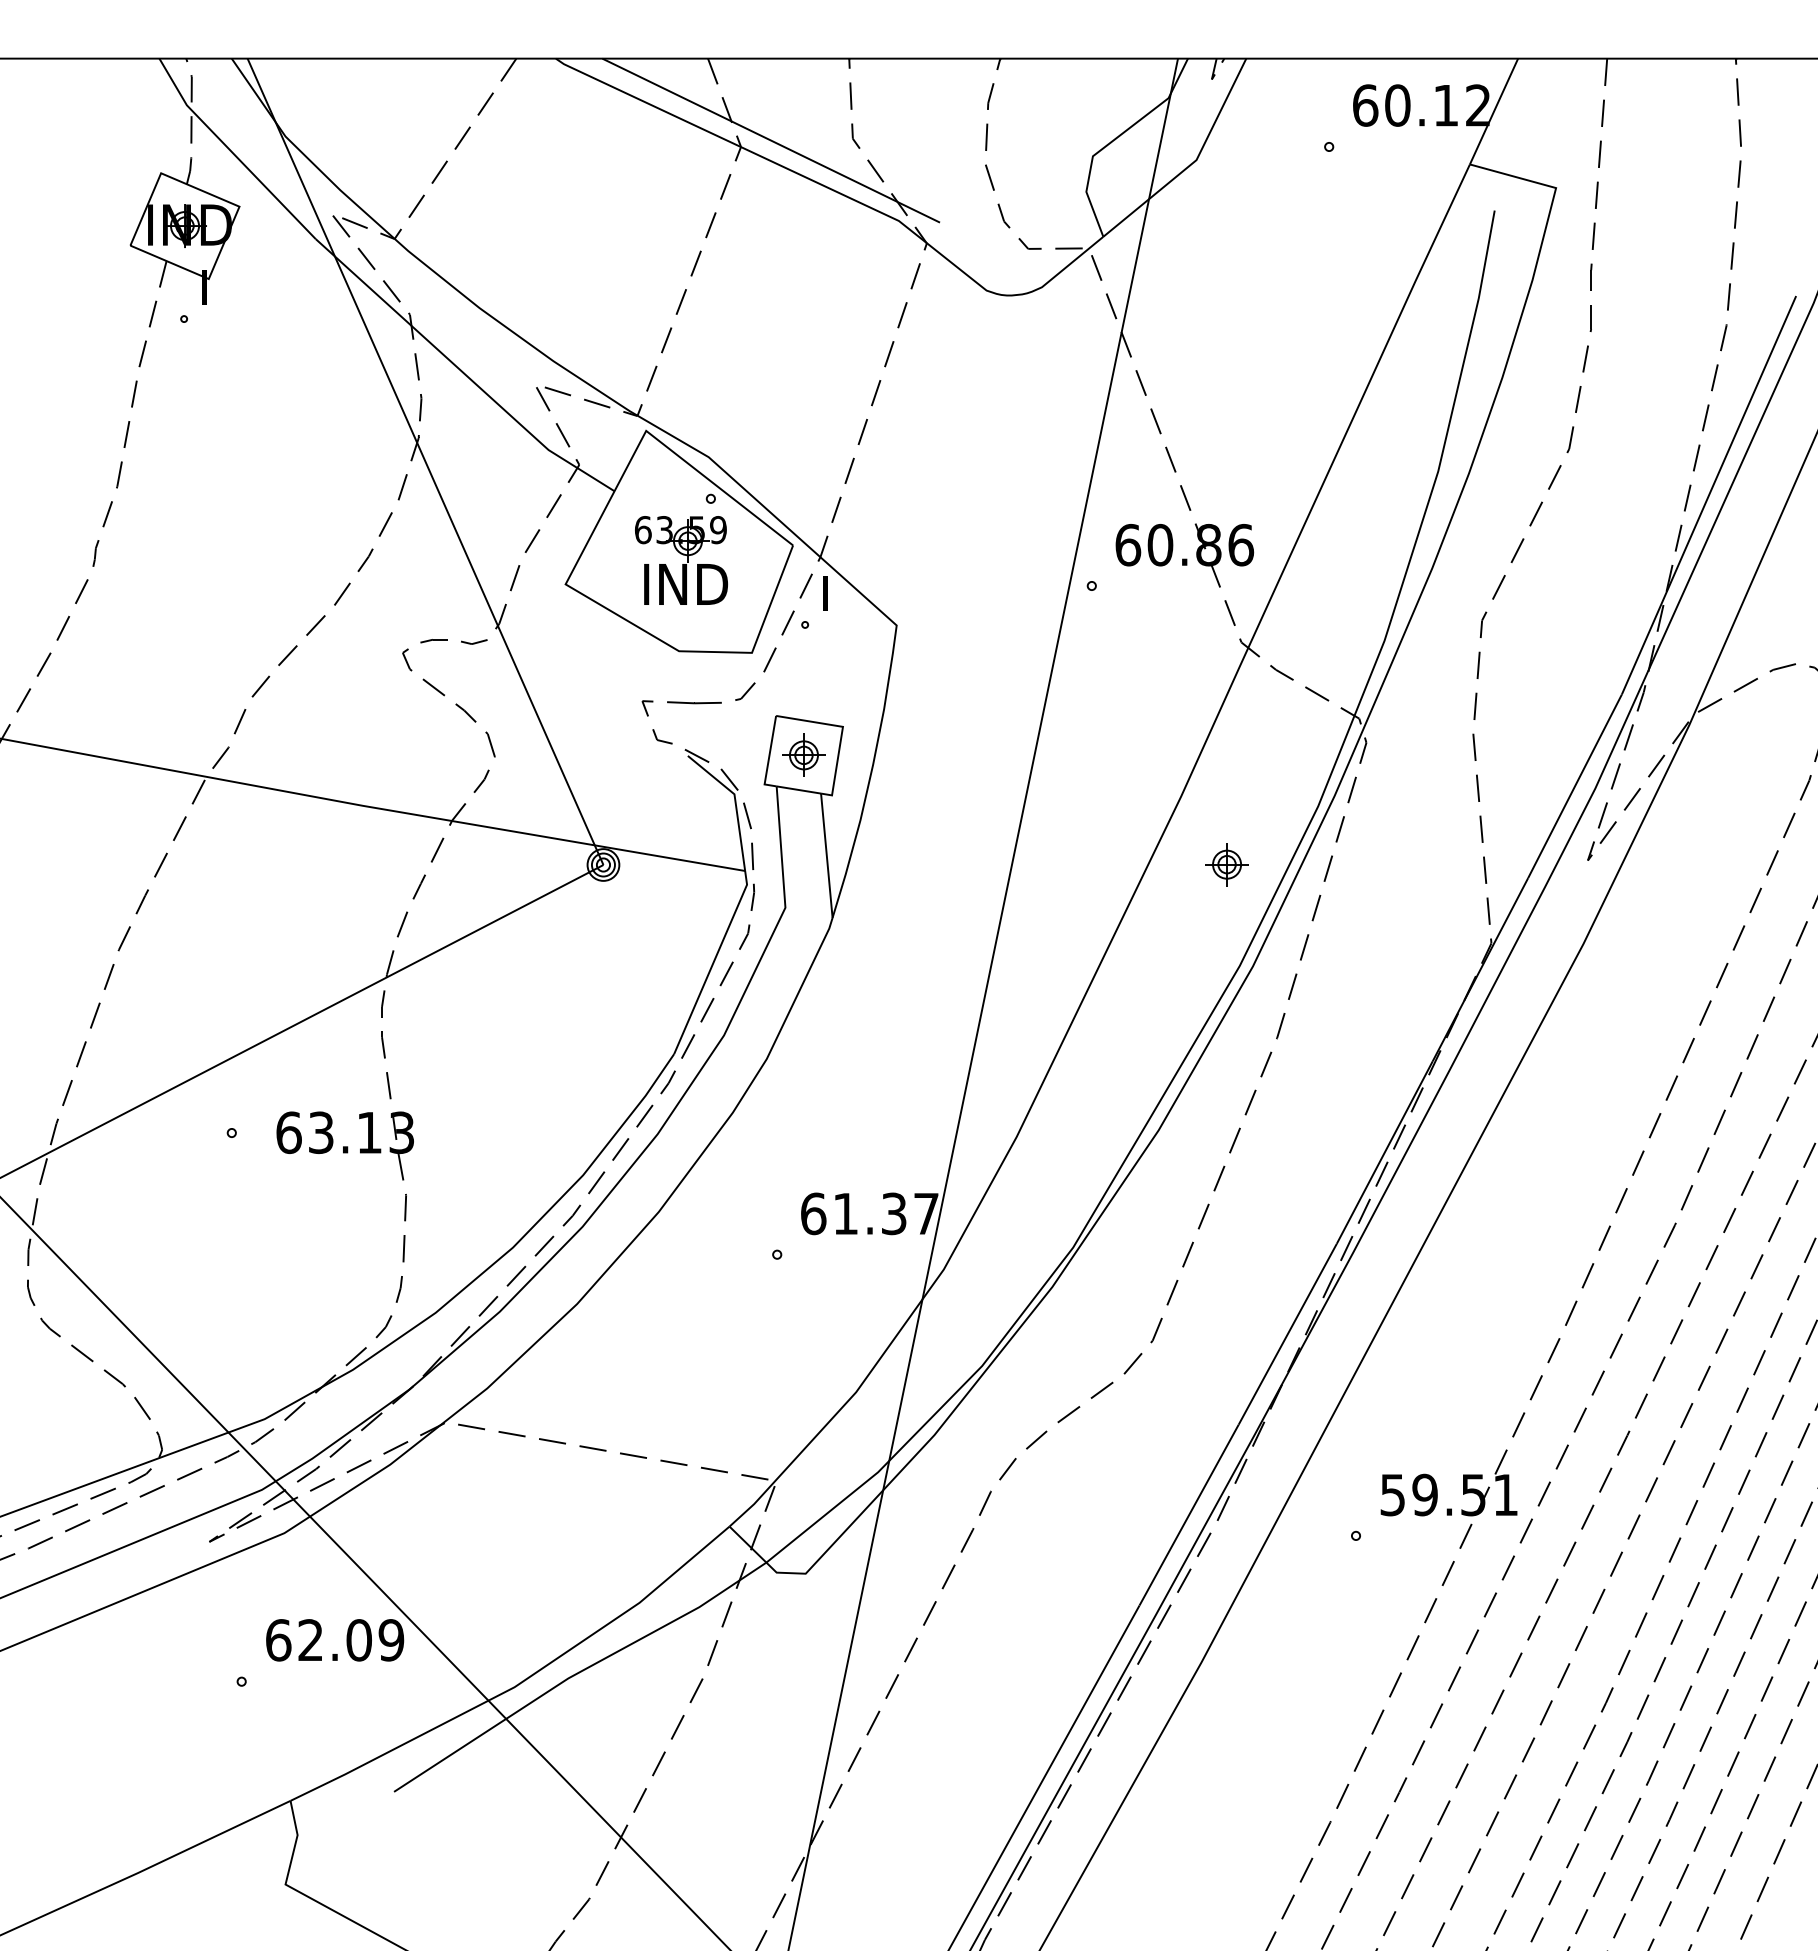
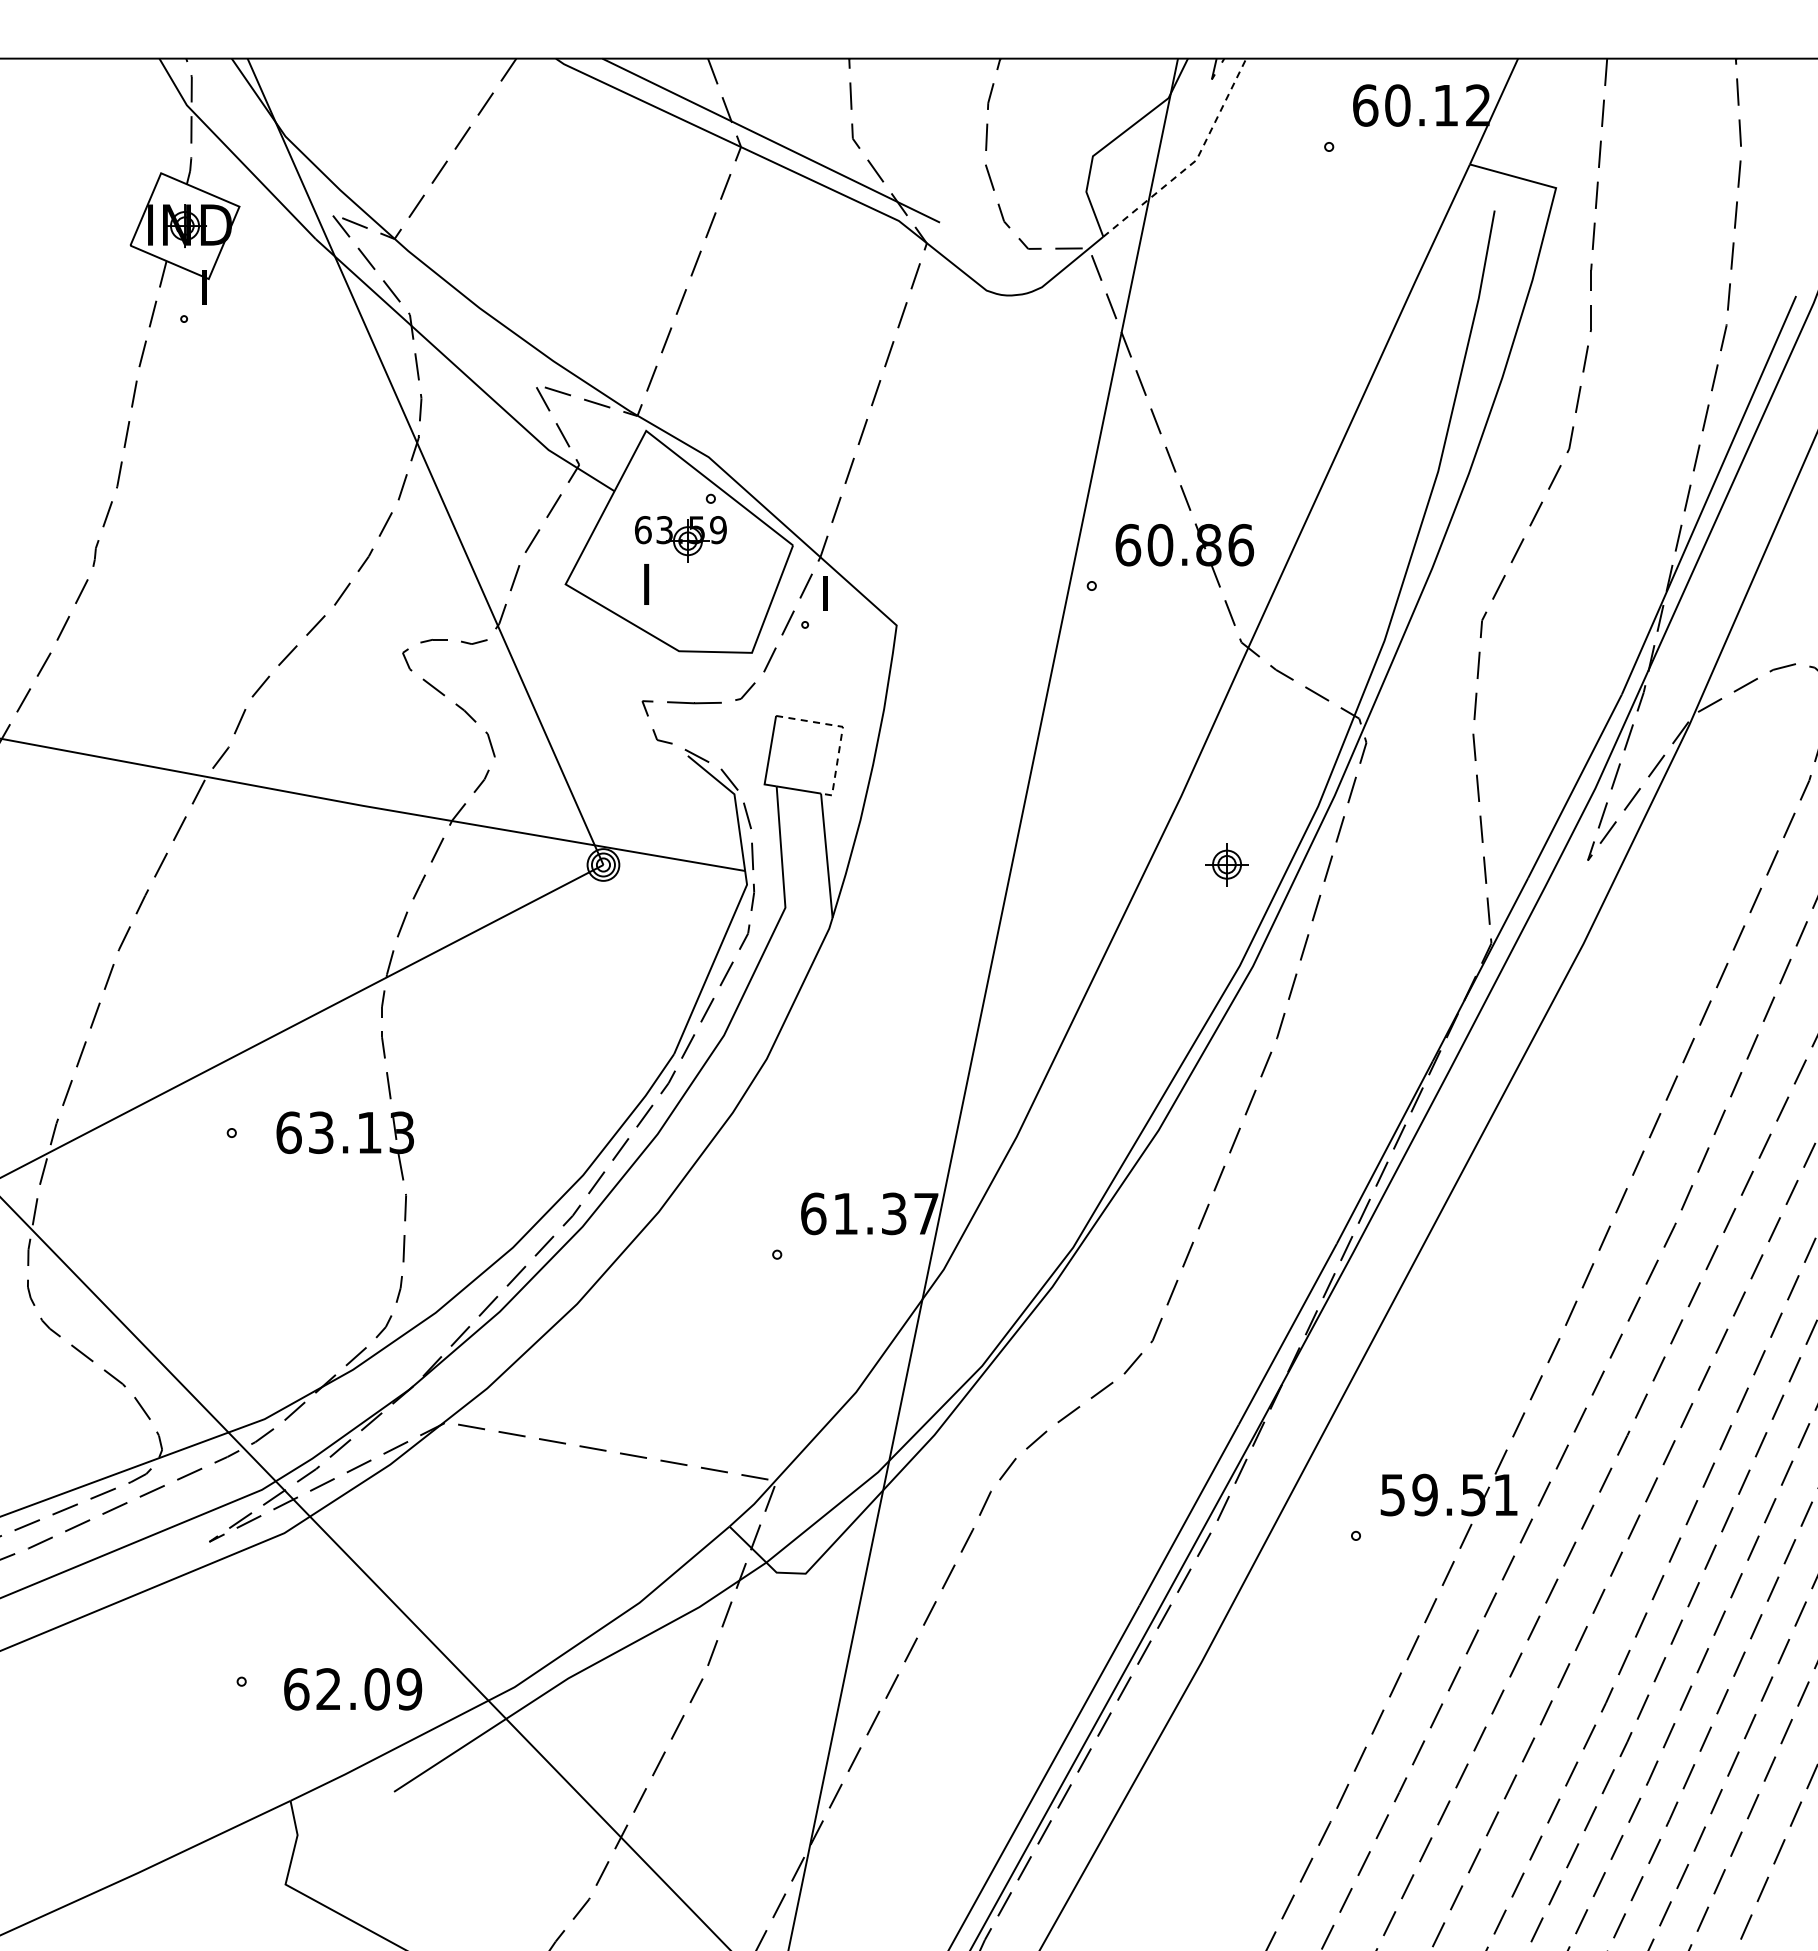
line at (1194, 162): solid -> dashed
text at (693, 584): IND -> I
line at (841, 733): solid -> dashed
part at (803, 754): present -> none
text at (335, 1640) position: (335, 1640) -> (353, 1689)
